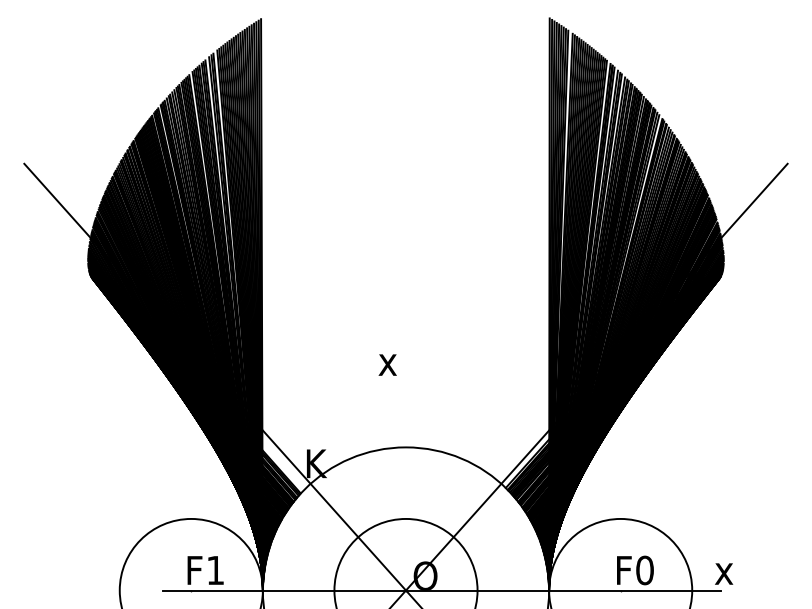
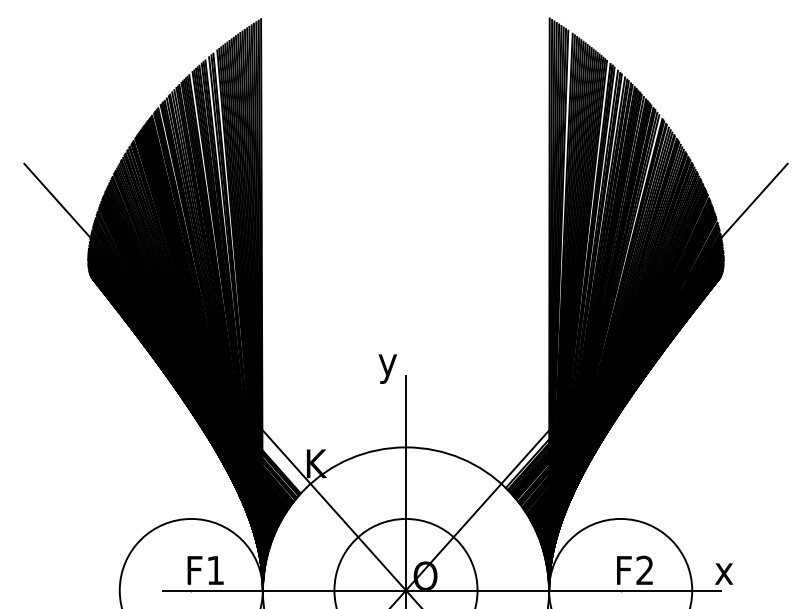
text at (387, 368): x -> y
line at (406, 490): none -> present
text at (644, 570): F0 -> F2
